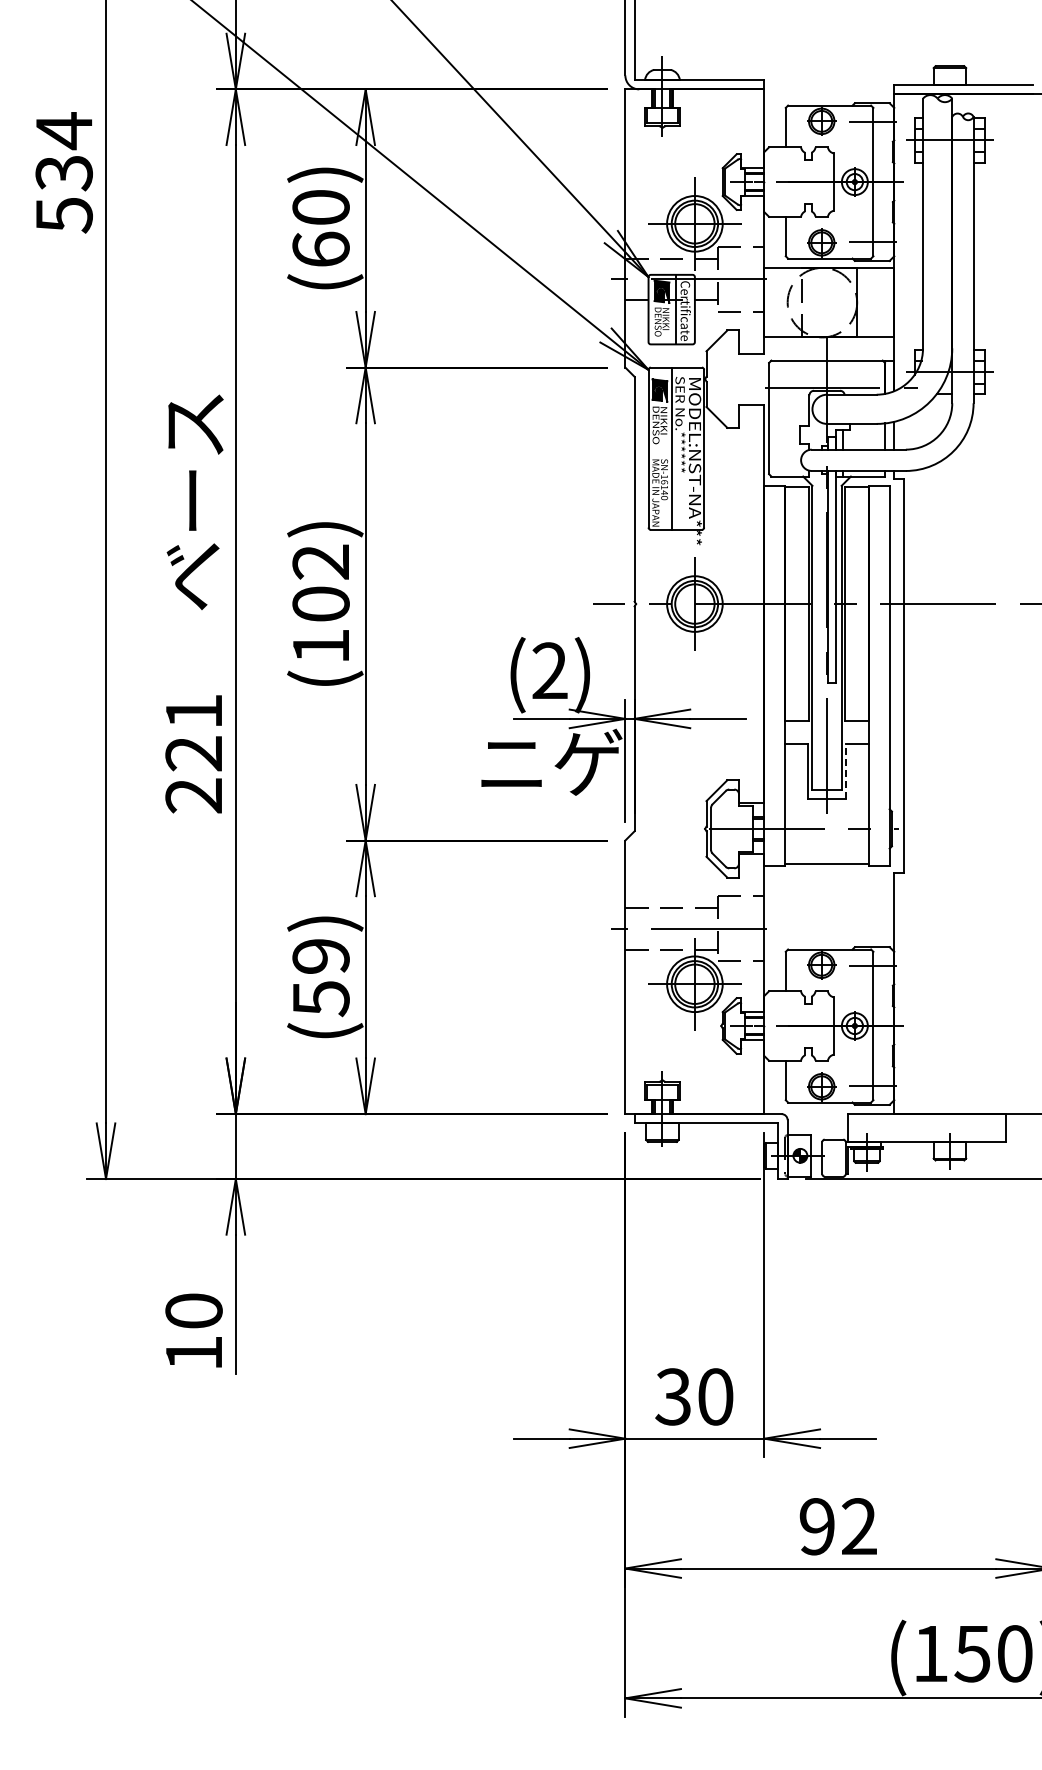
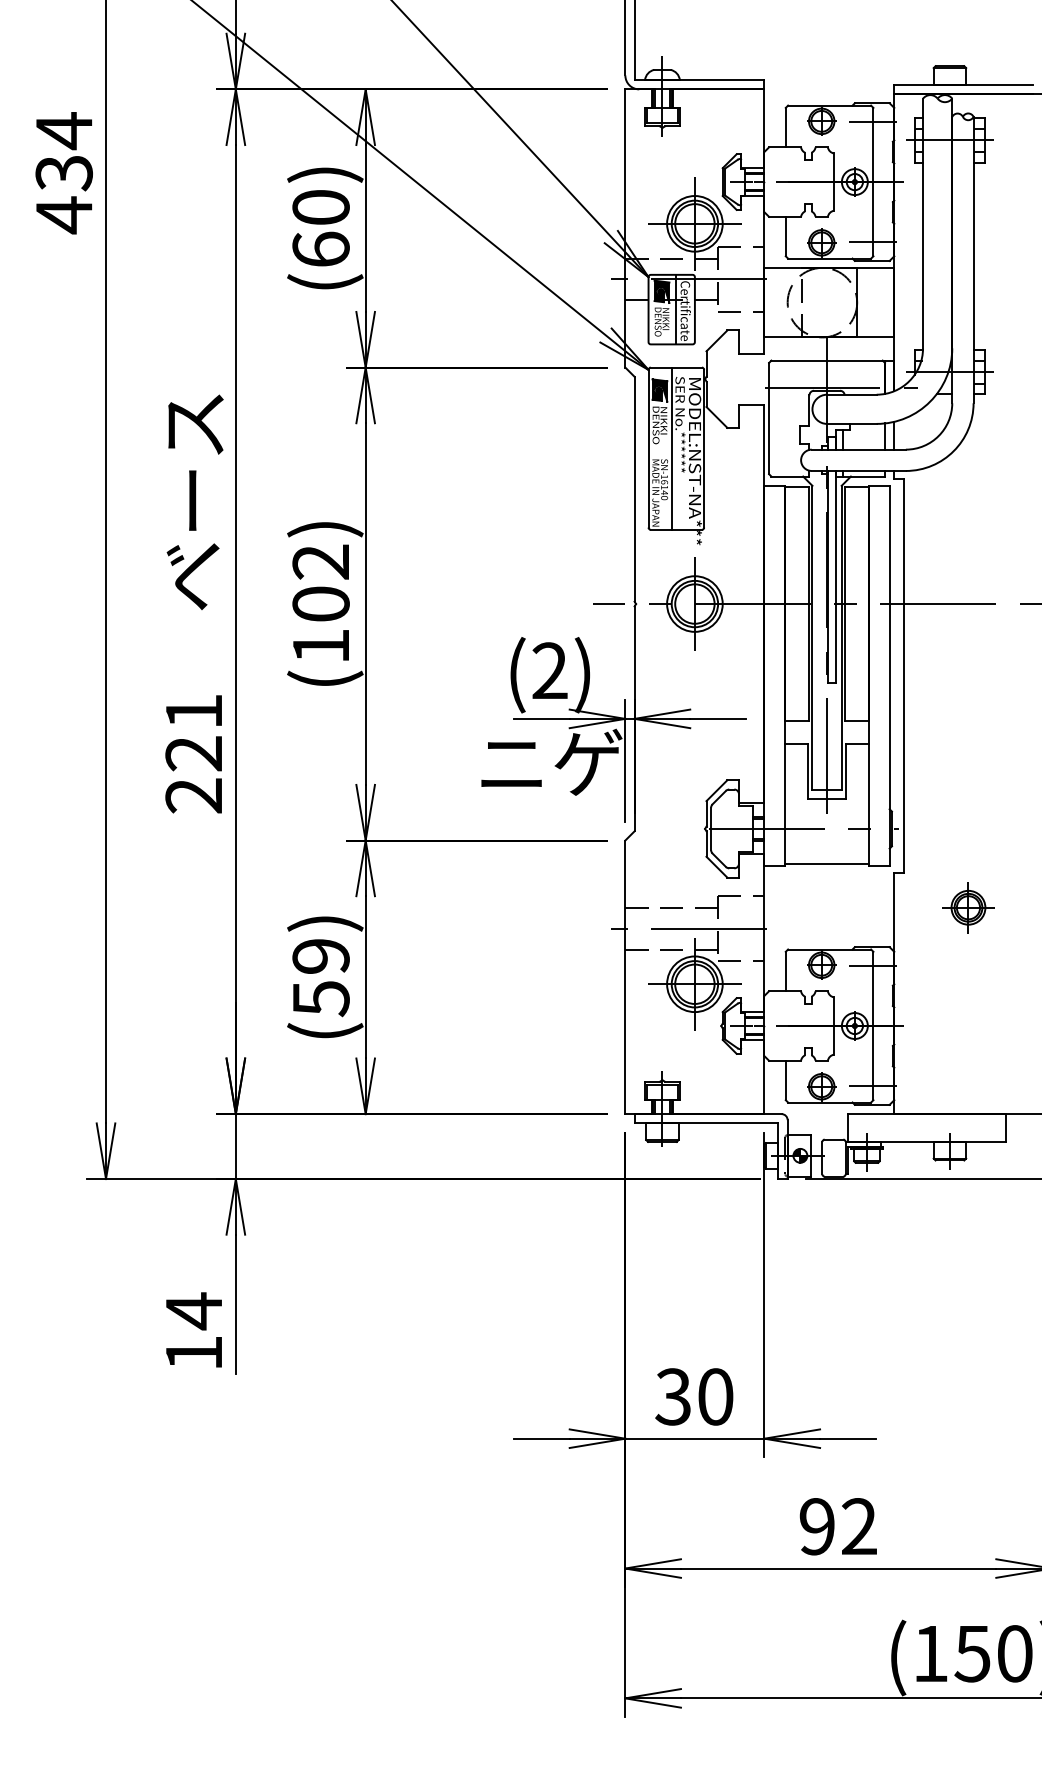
text at (64, 215): 534 -> 434
line at (846, 771): dashed -> solid
part at (968, 907): none -> present
text at (193, 1311): 10 -> 14
